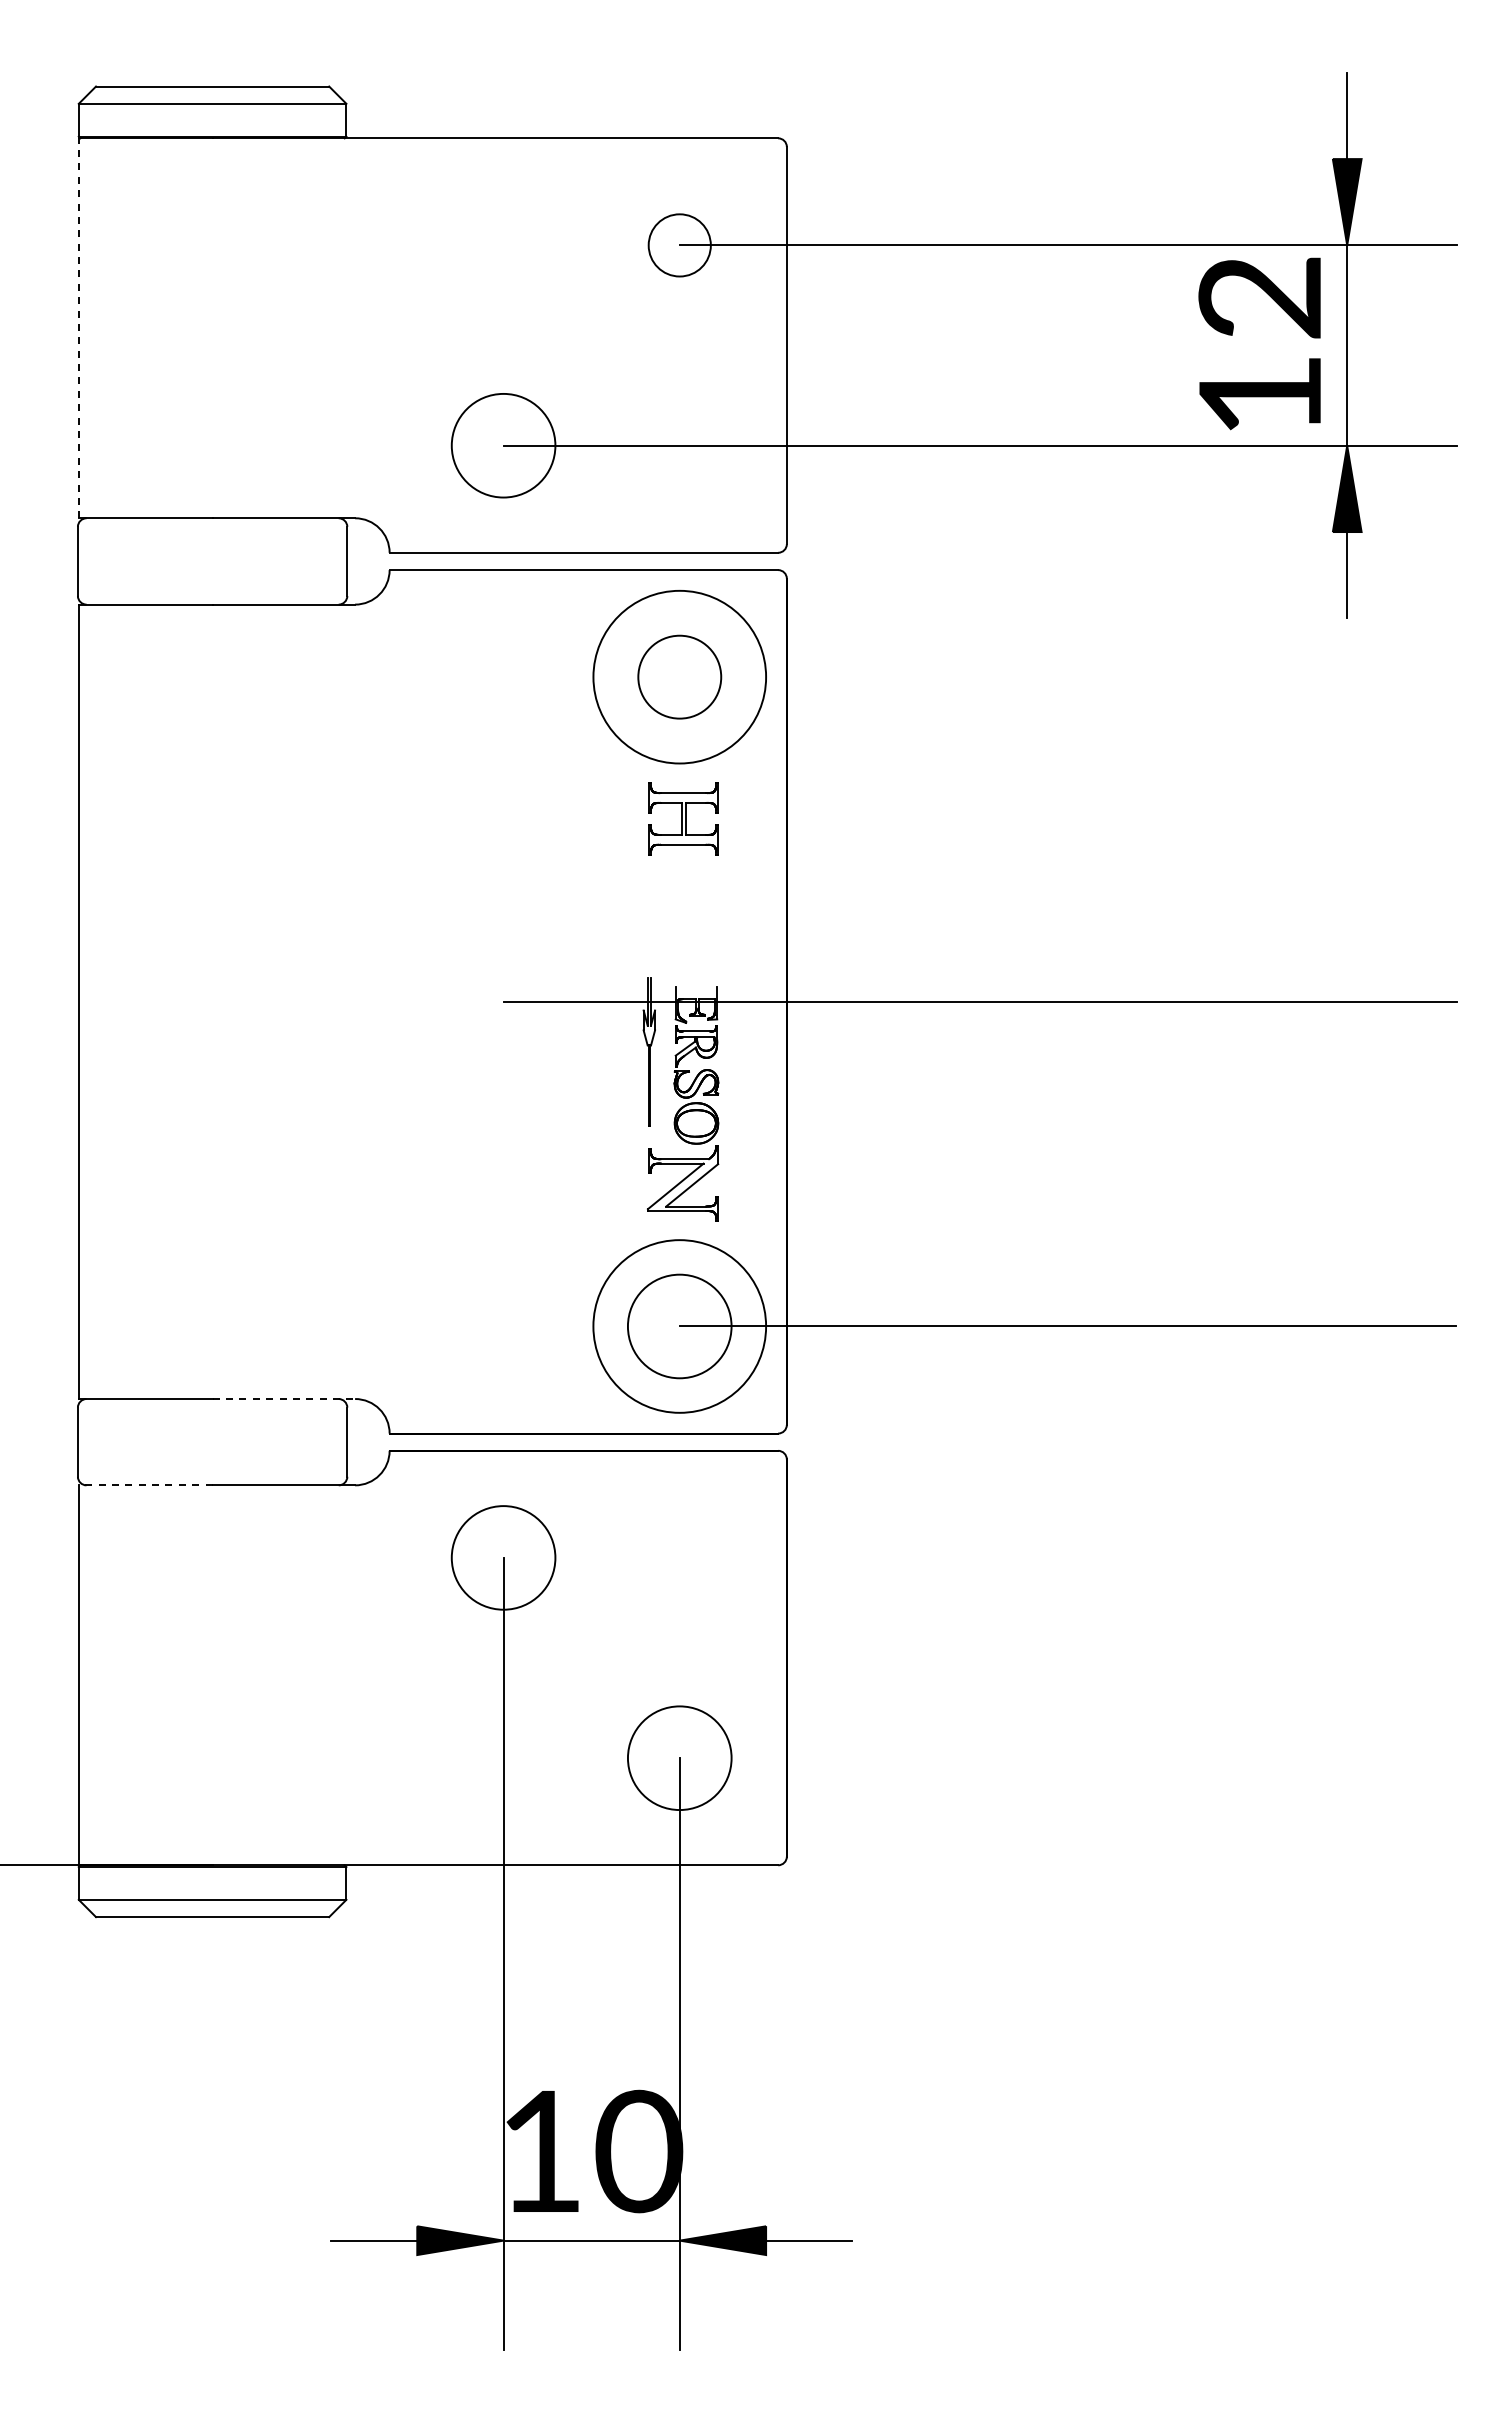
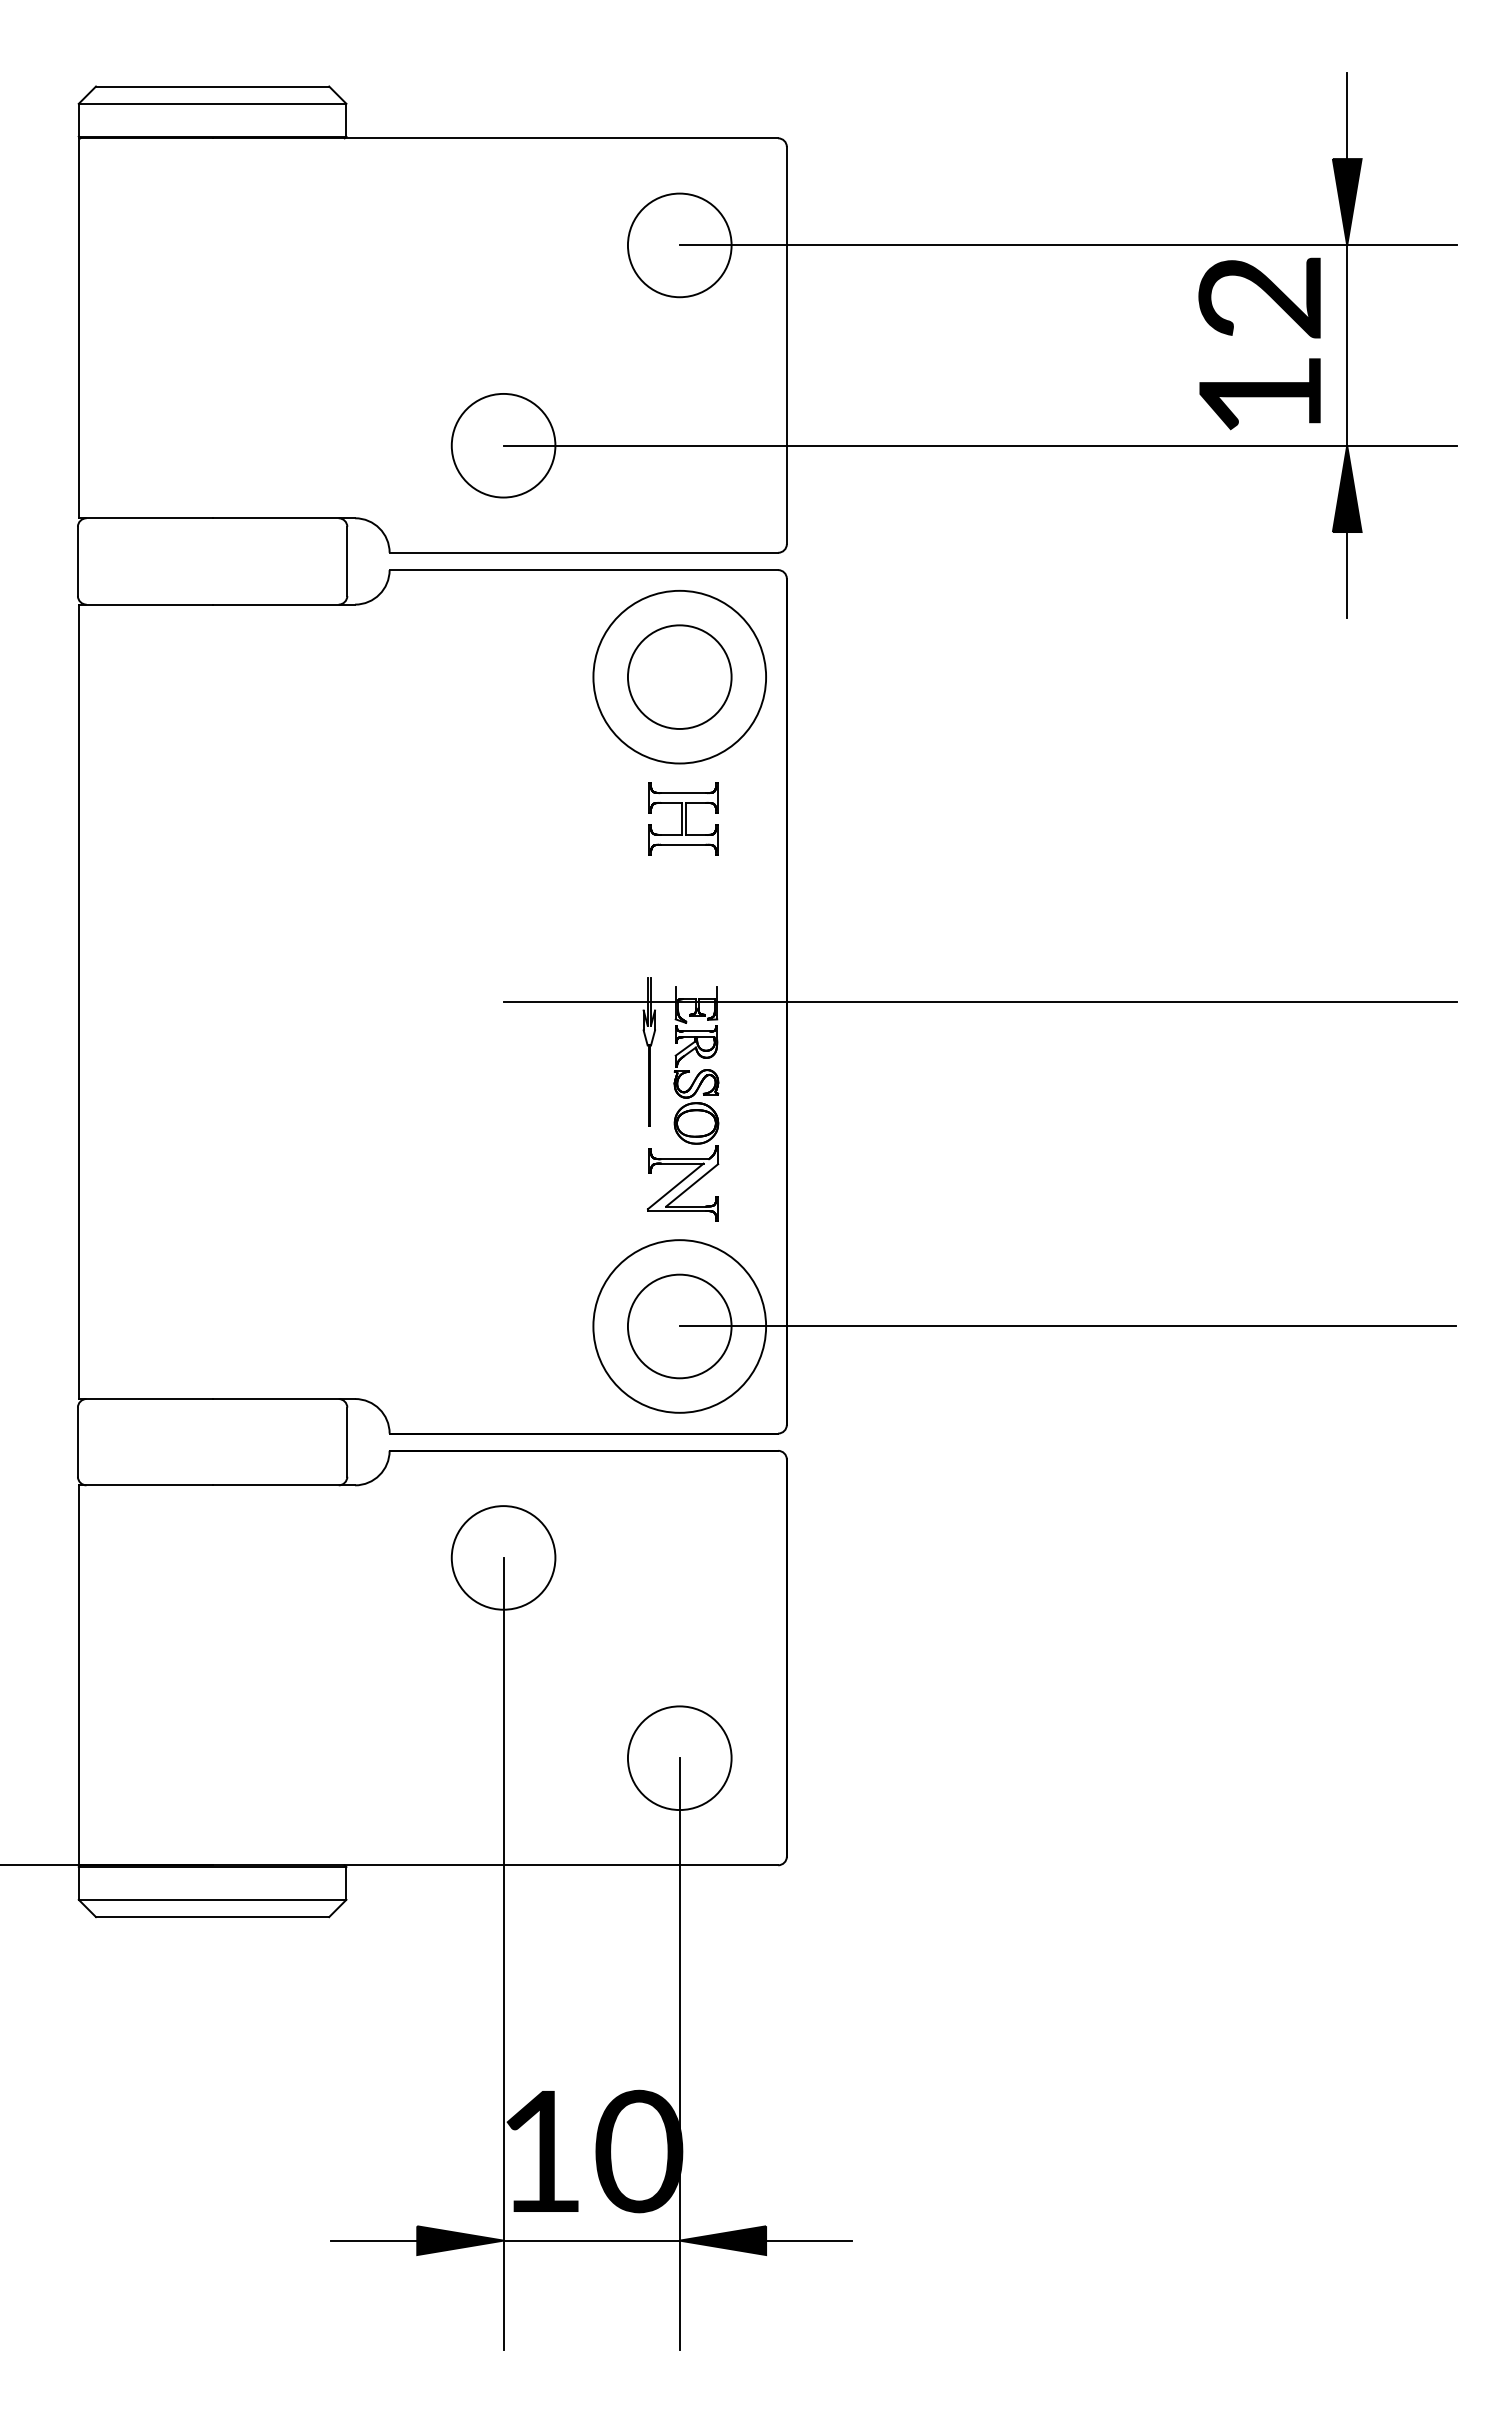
circle at (679, 245) diameter: 62 px -> 104 px
line at (78, 328): dashed -> solid
circle at (679, 676) diameter: 83 px -> 104 px
line at (284, 1399): dashed -> solid
line at (145, 1485): dashed -> solid
